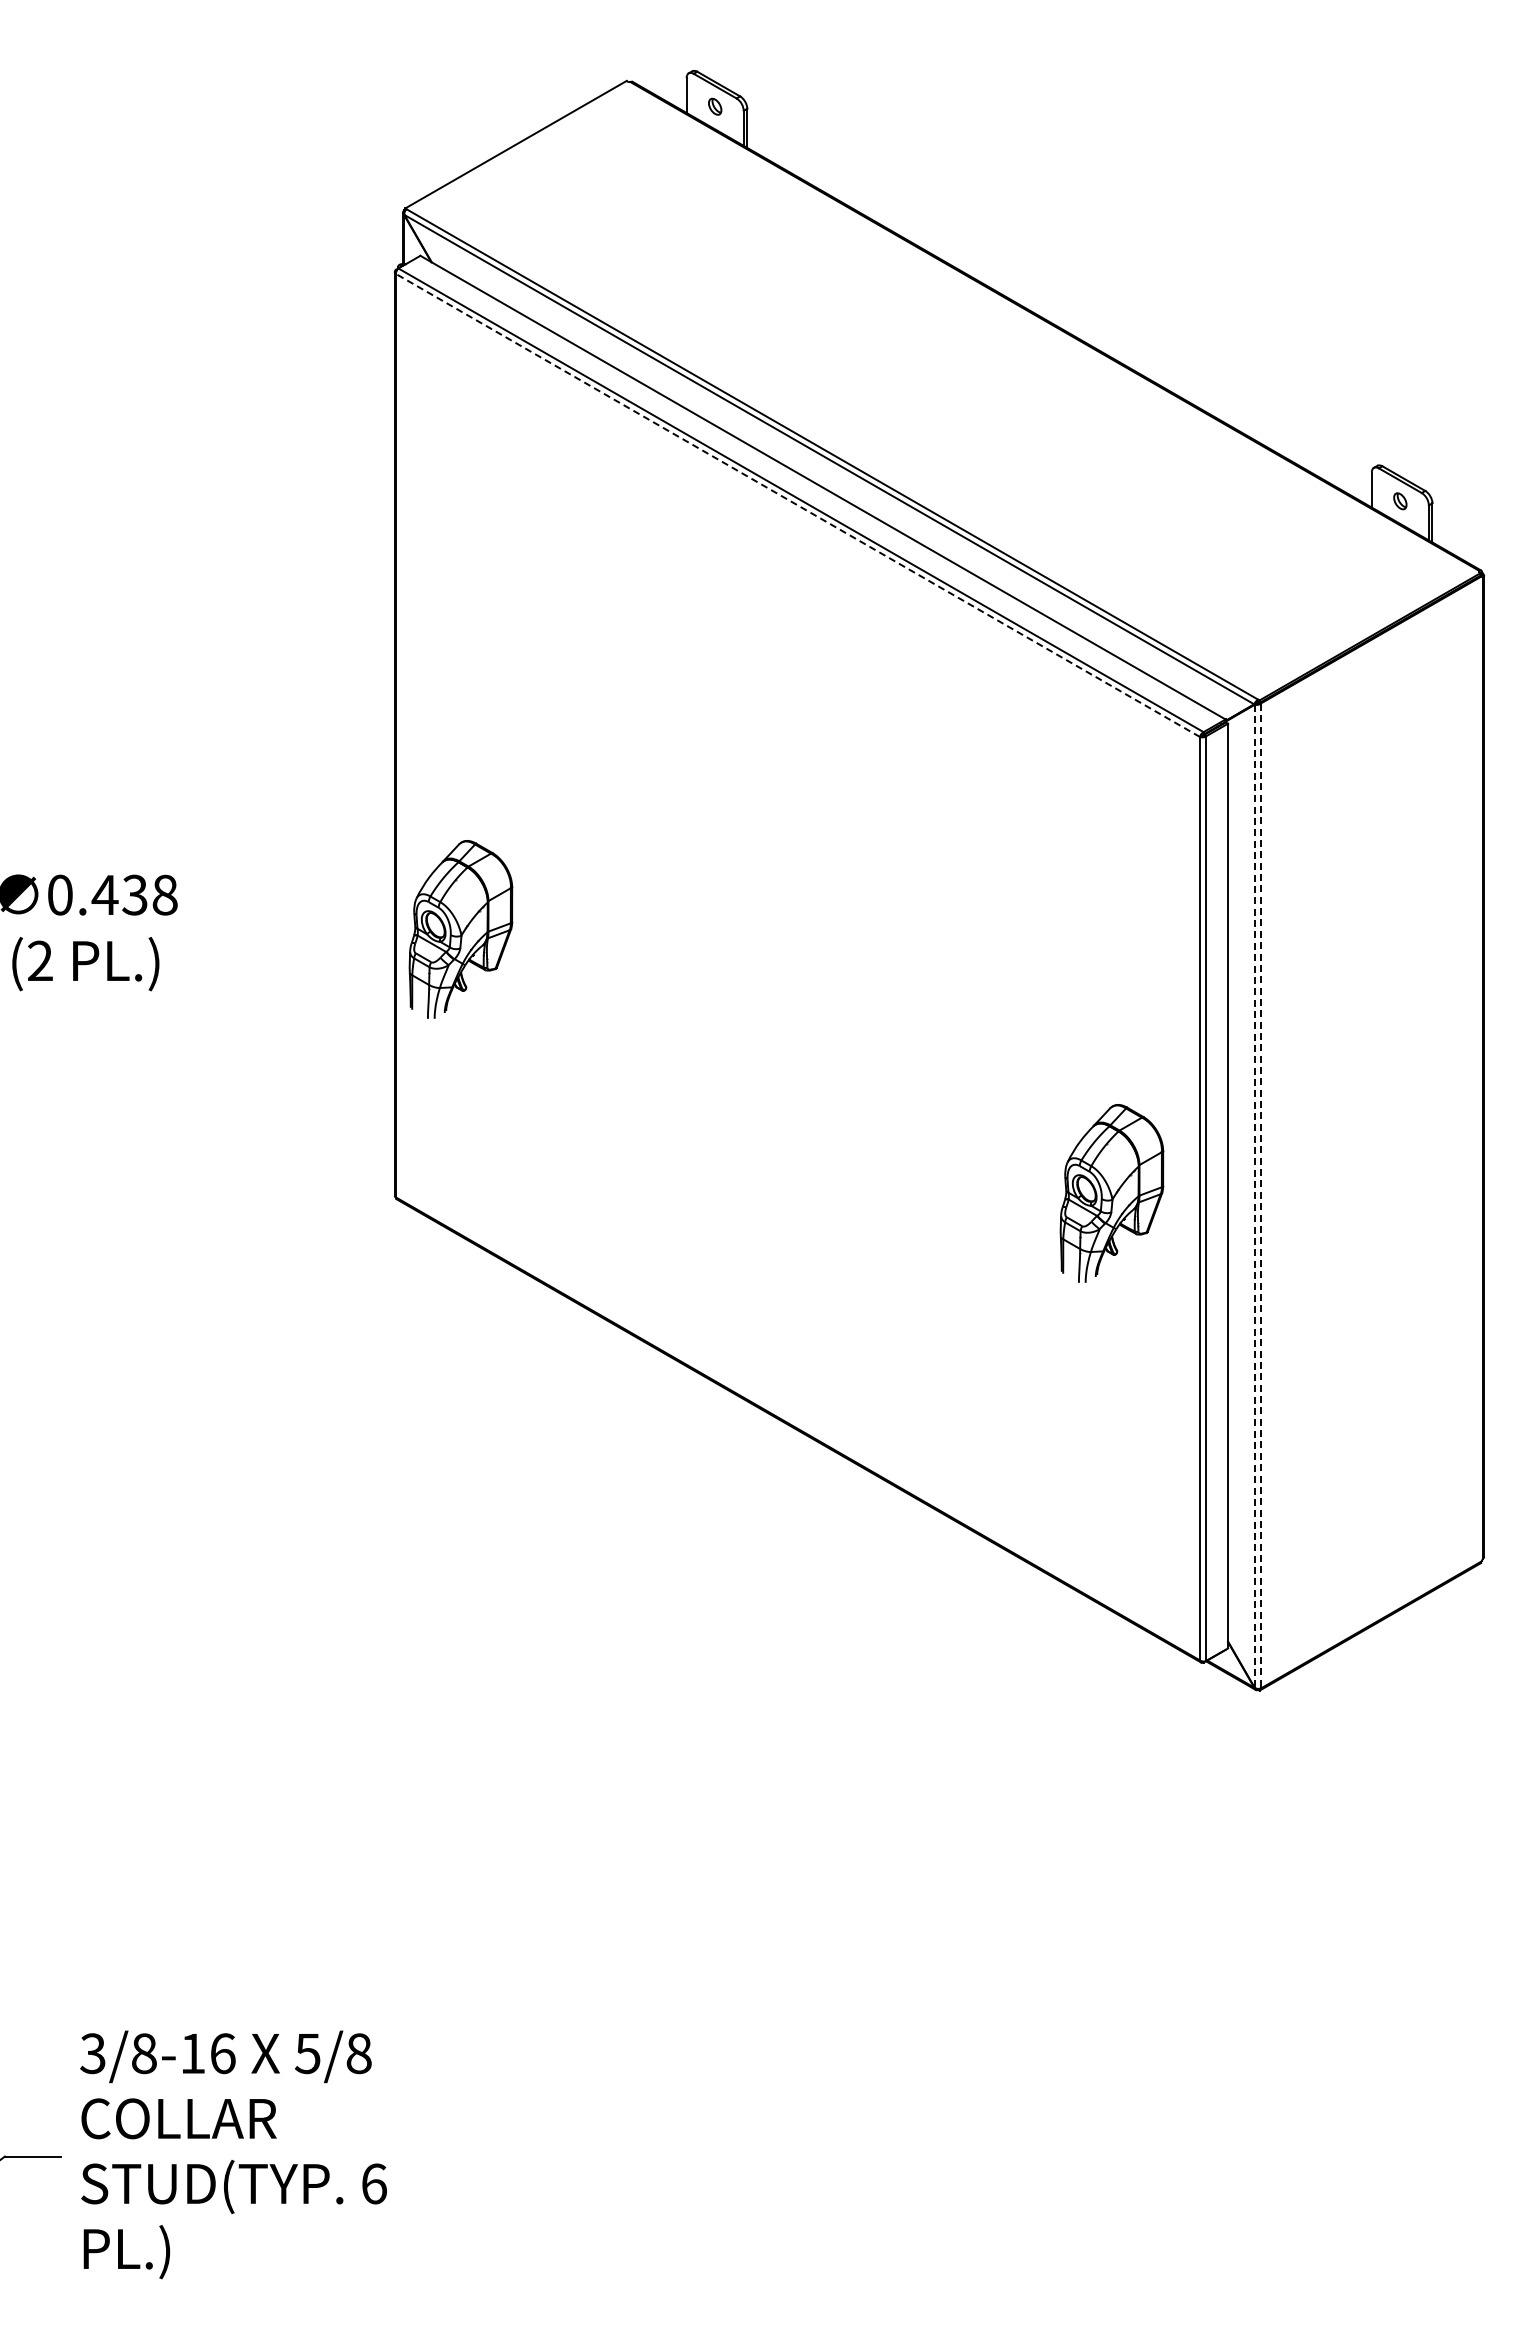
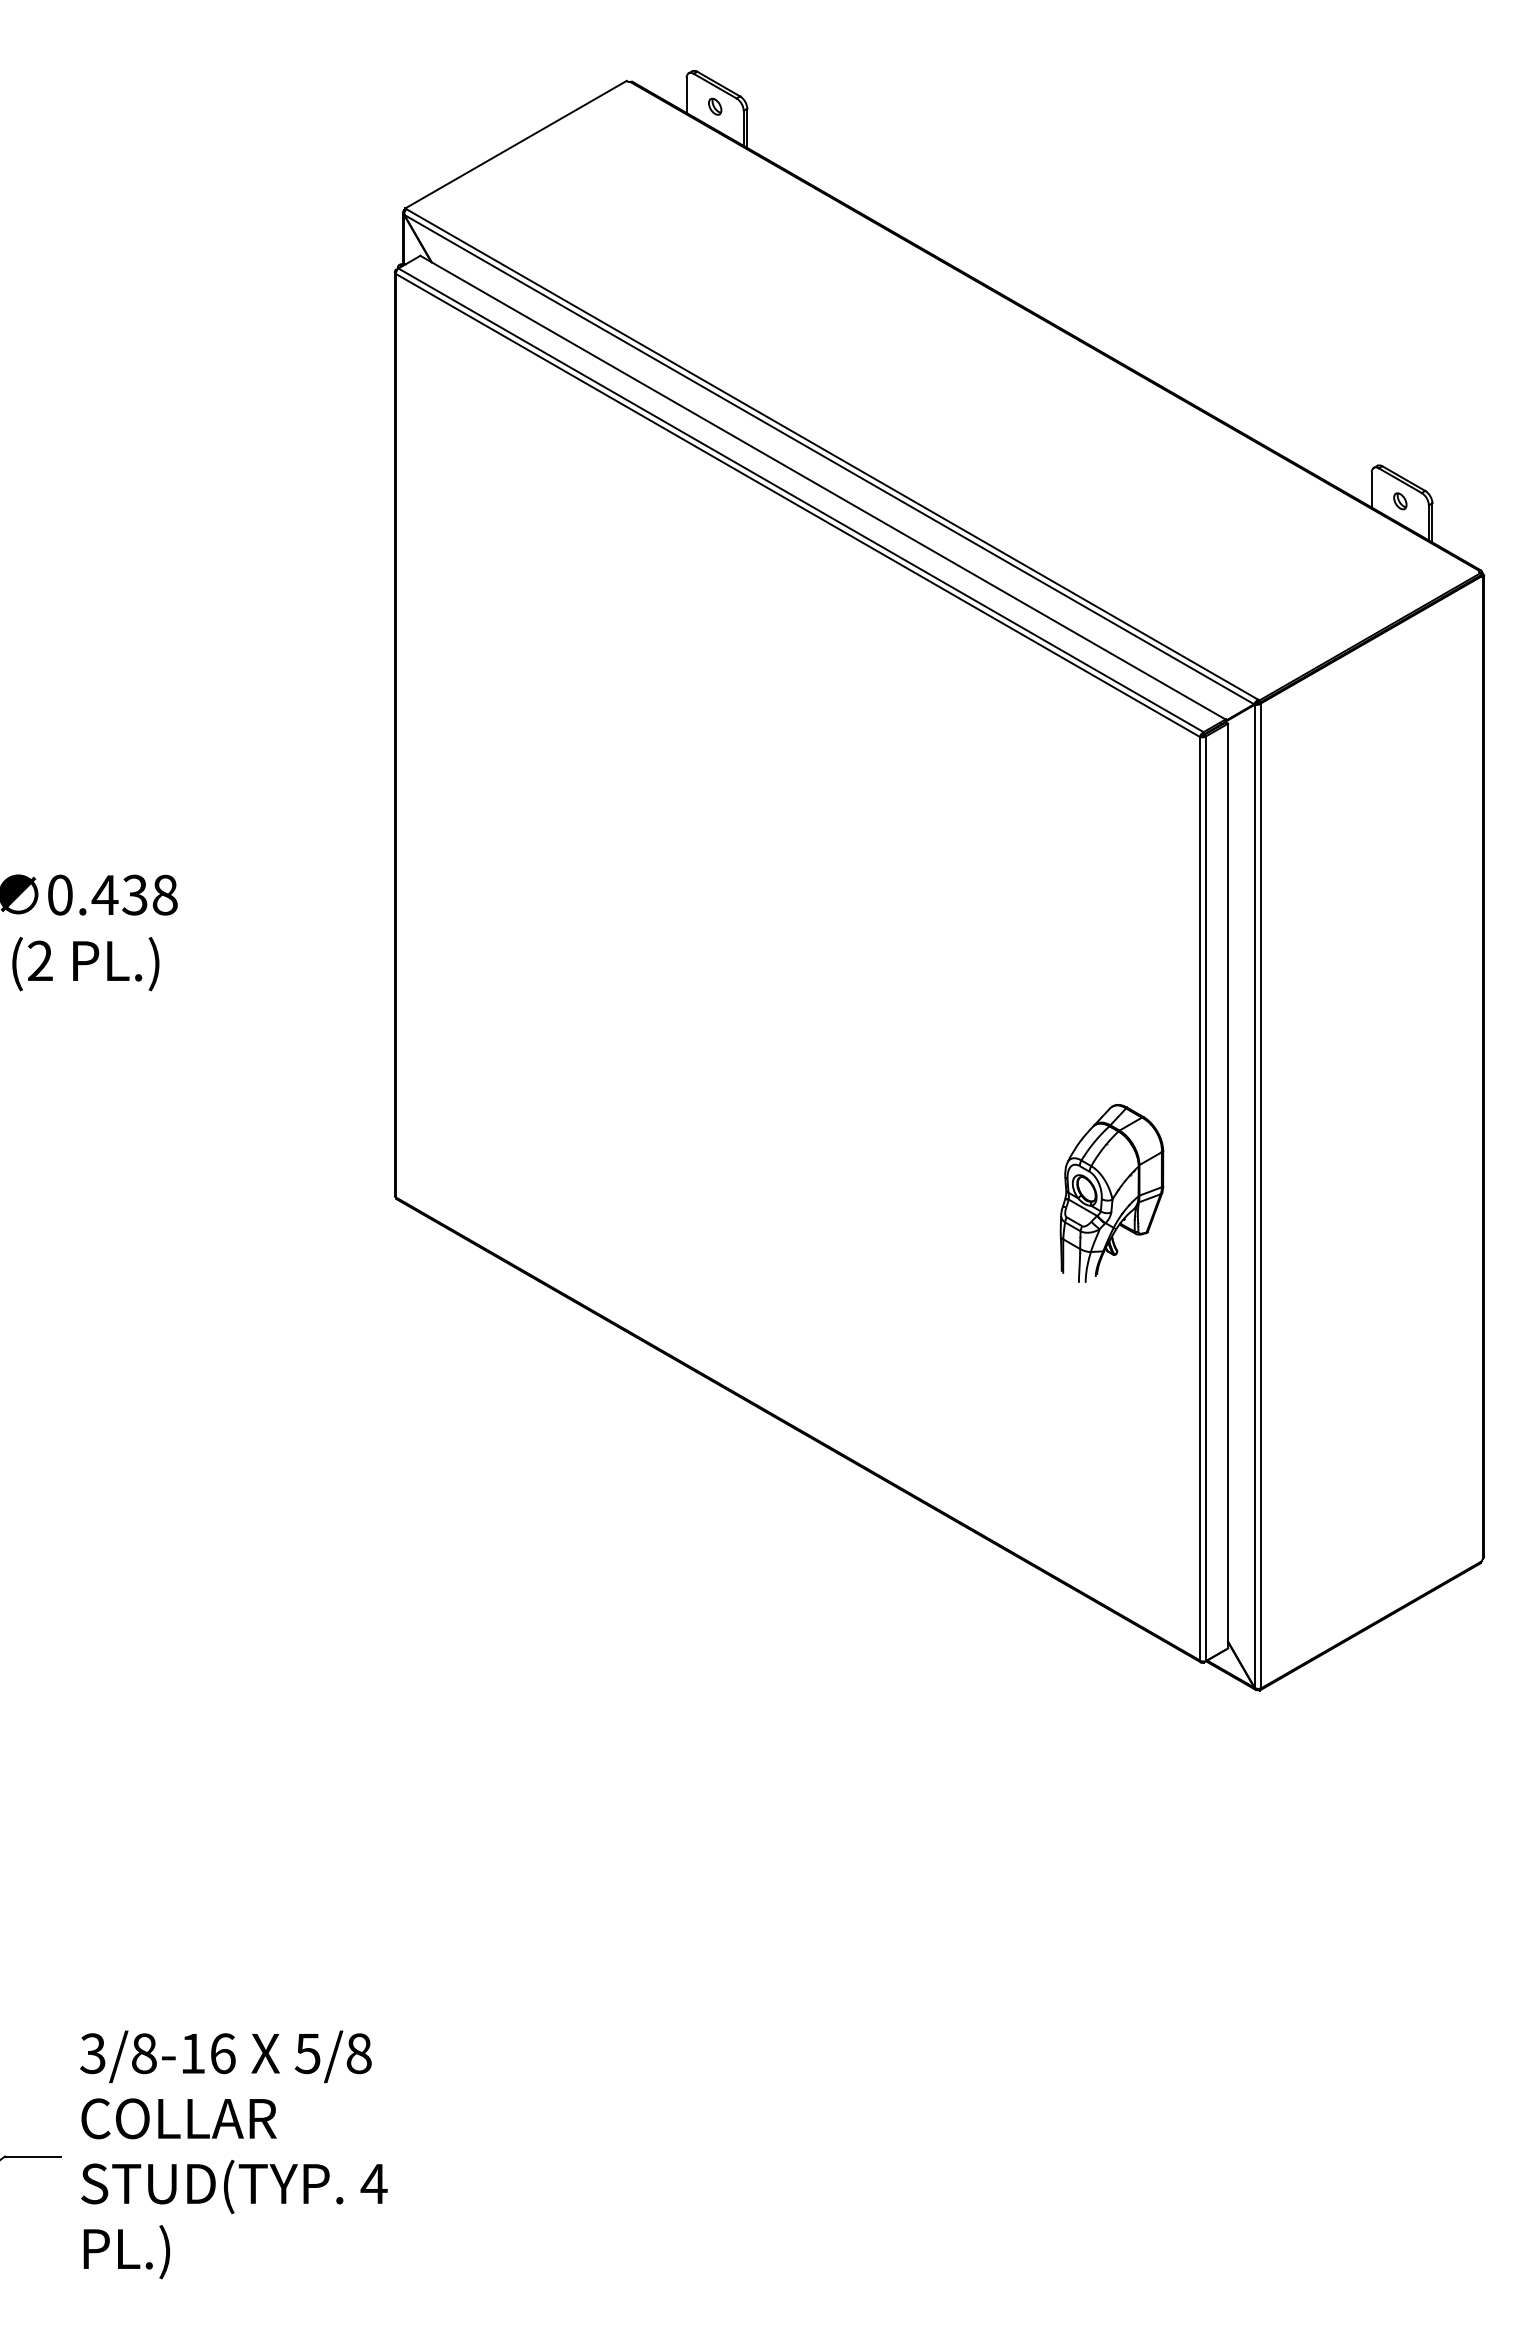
line at (798, 505): dashed -> solid
part at (460, 929): present -> none
line at (1254, 1195): dashed -> solid
line at (1260, 1196): dashed -> solid
text at (373, 2183): 6 -> 4
